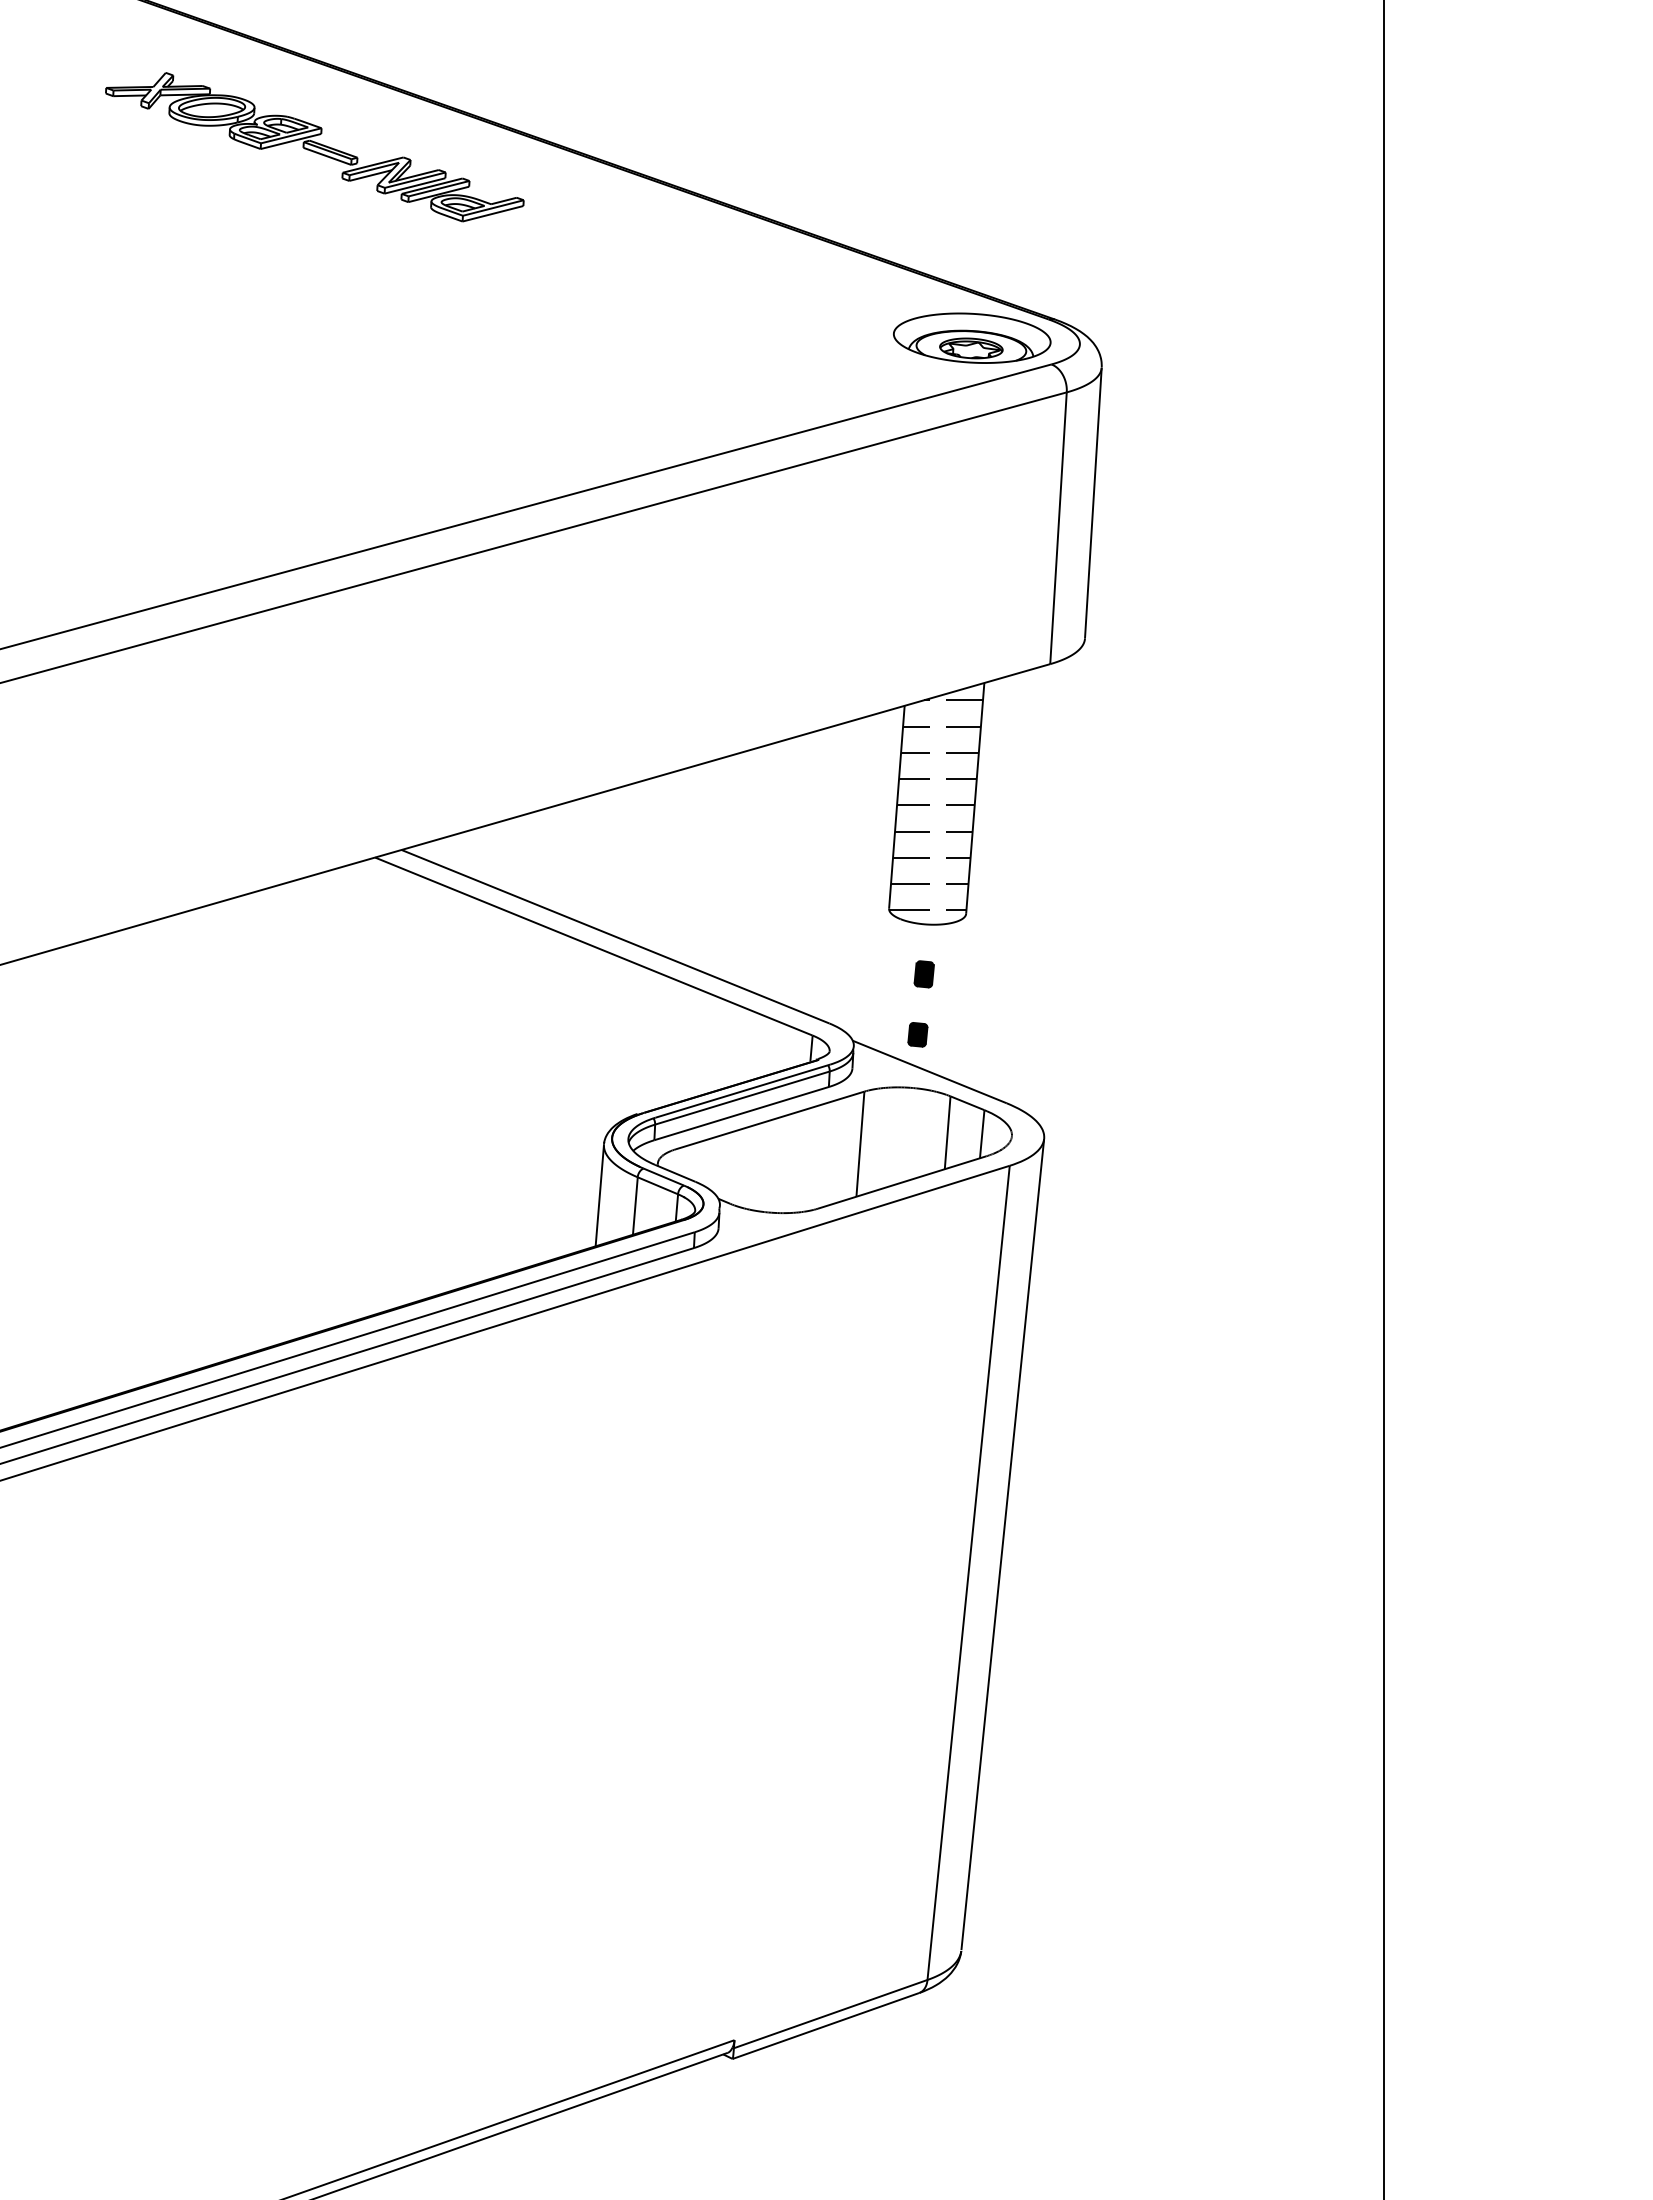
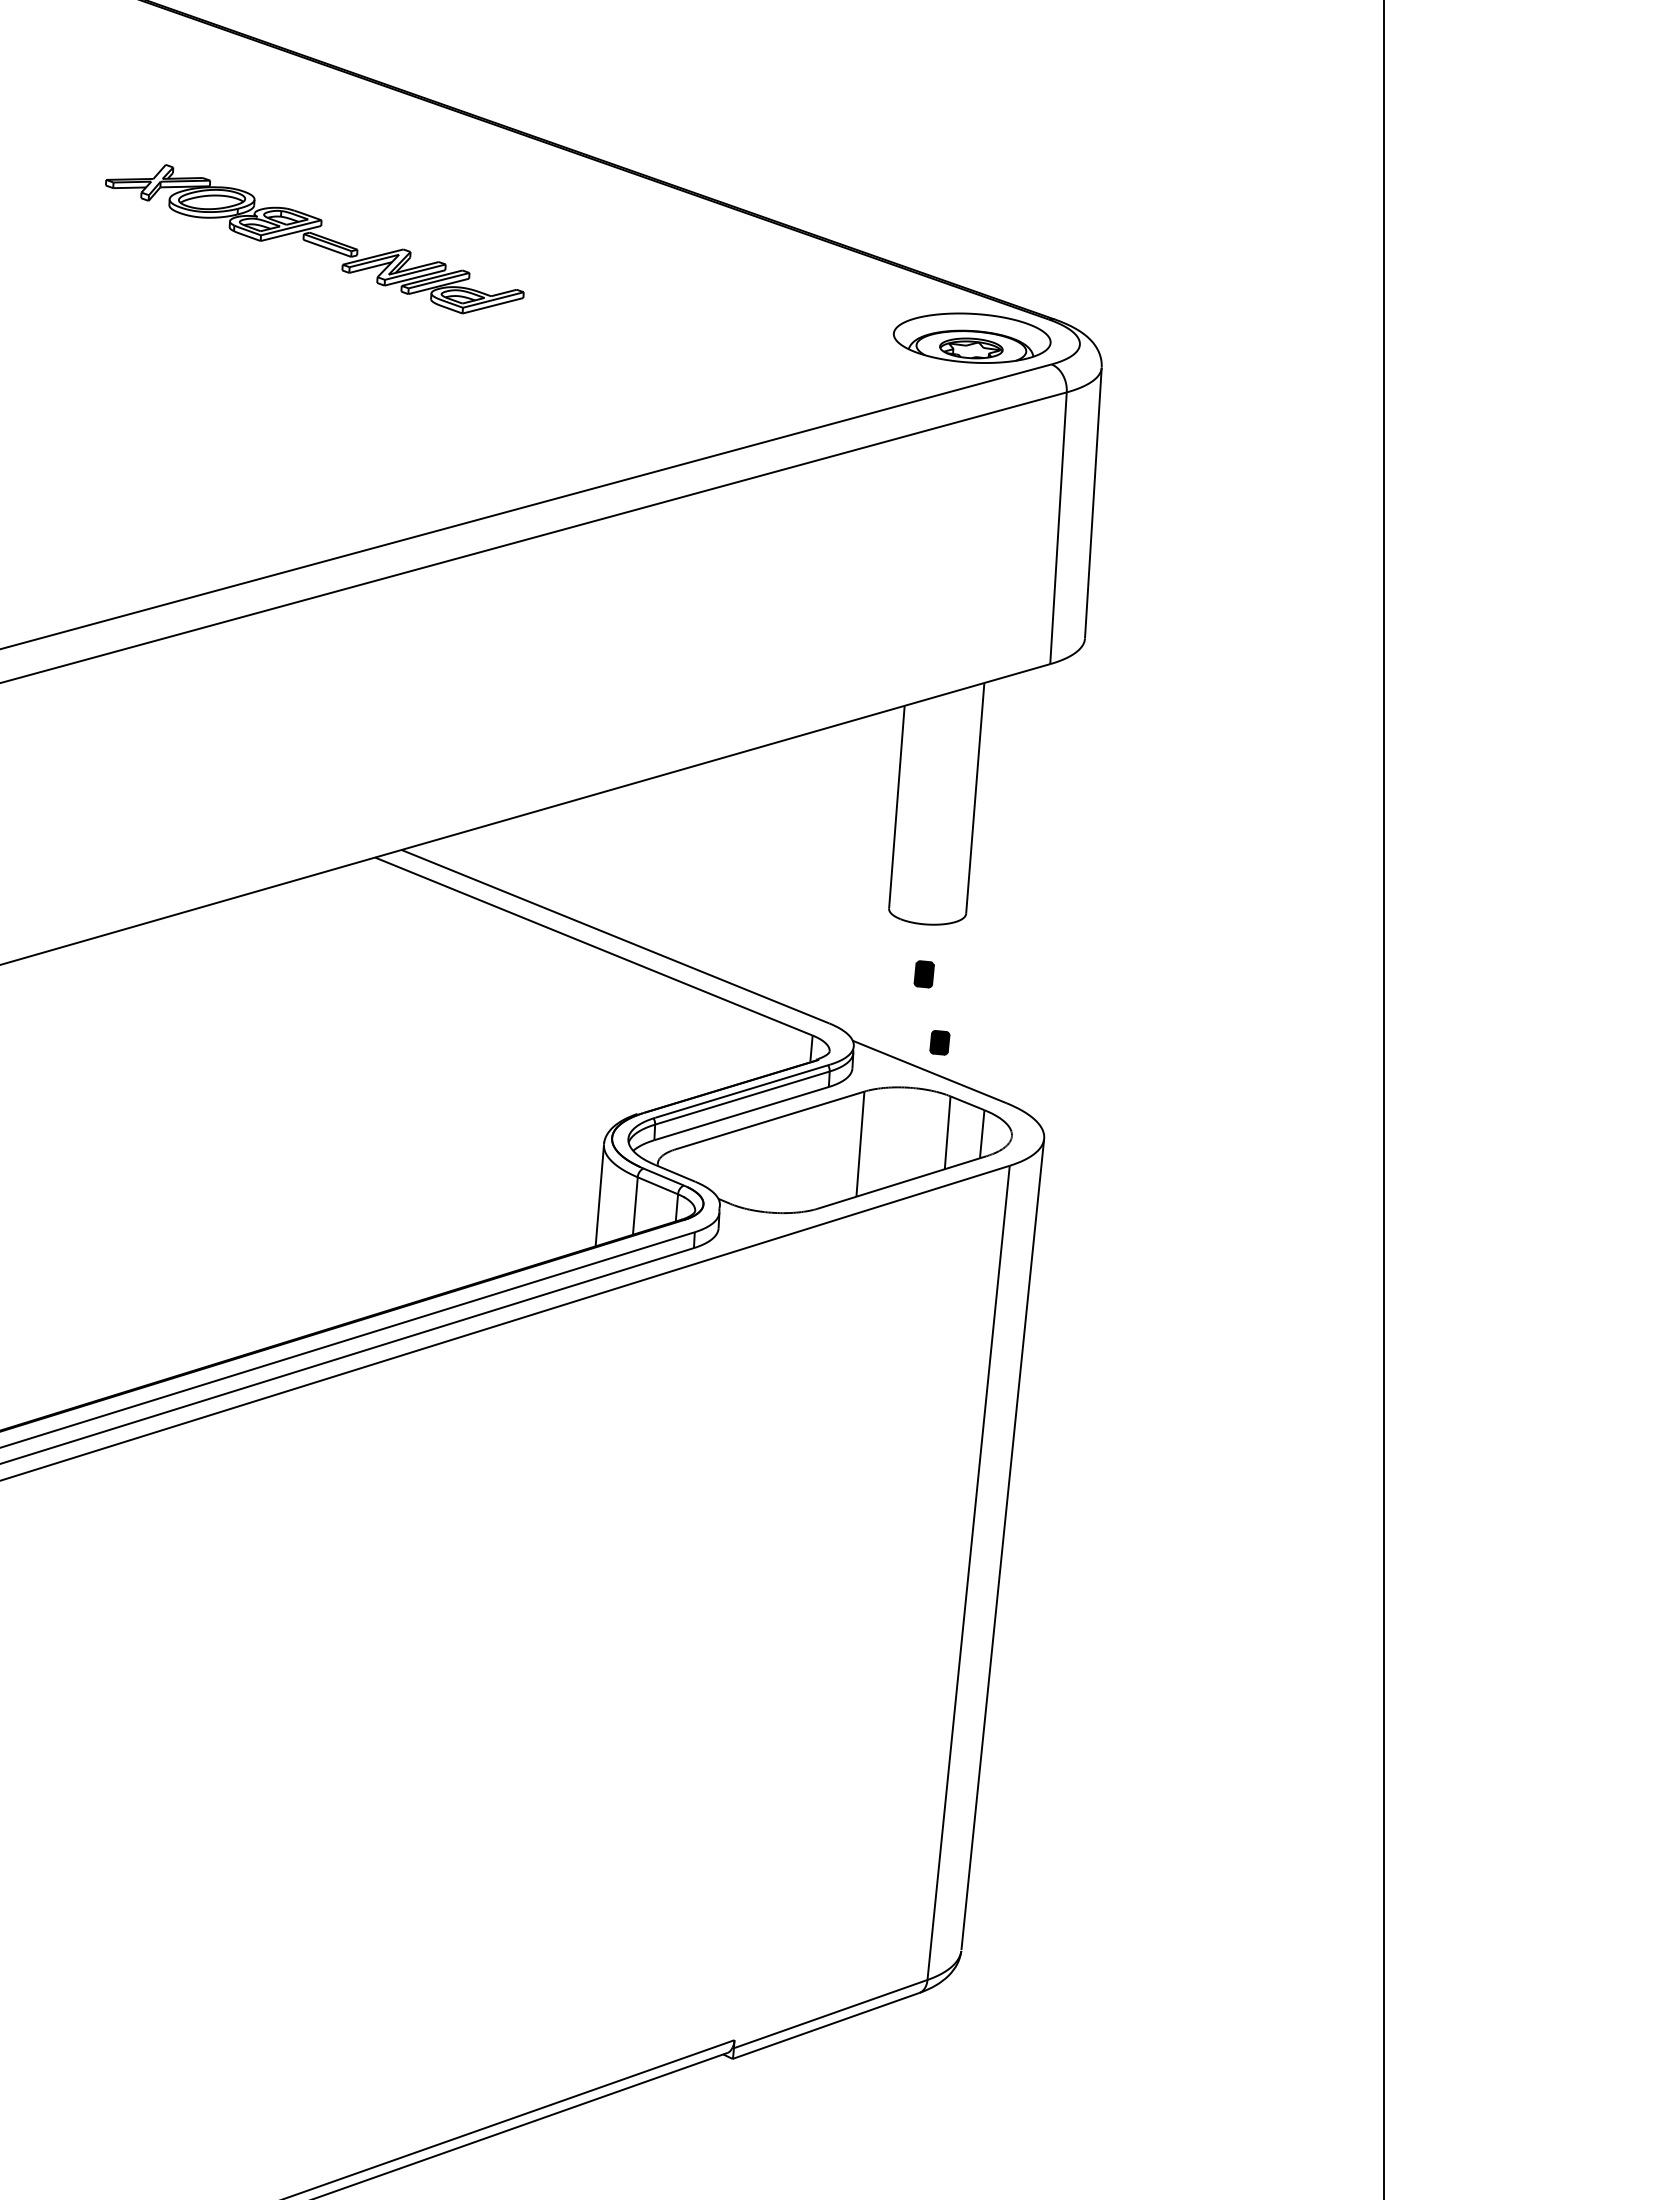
part at (314, 147) position: (314, 147) -> (314, 239)
hatch at (936, 805): present -> none
part at (917, 1034) position: (917, 1034) -> (939, 1042)
